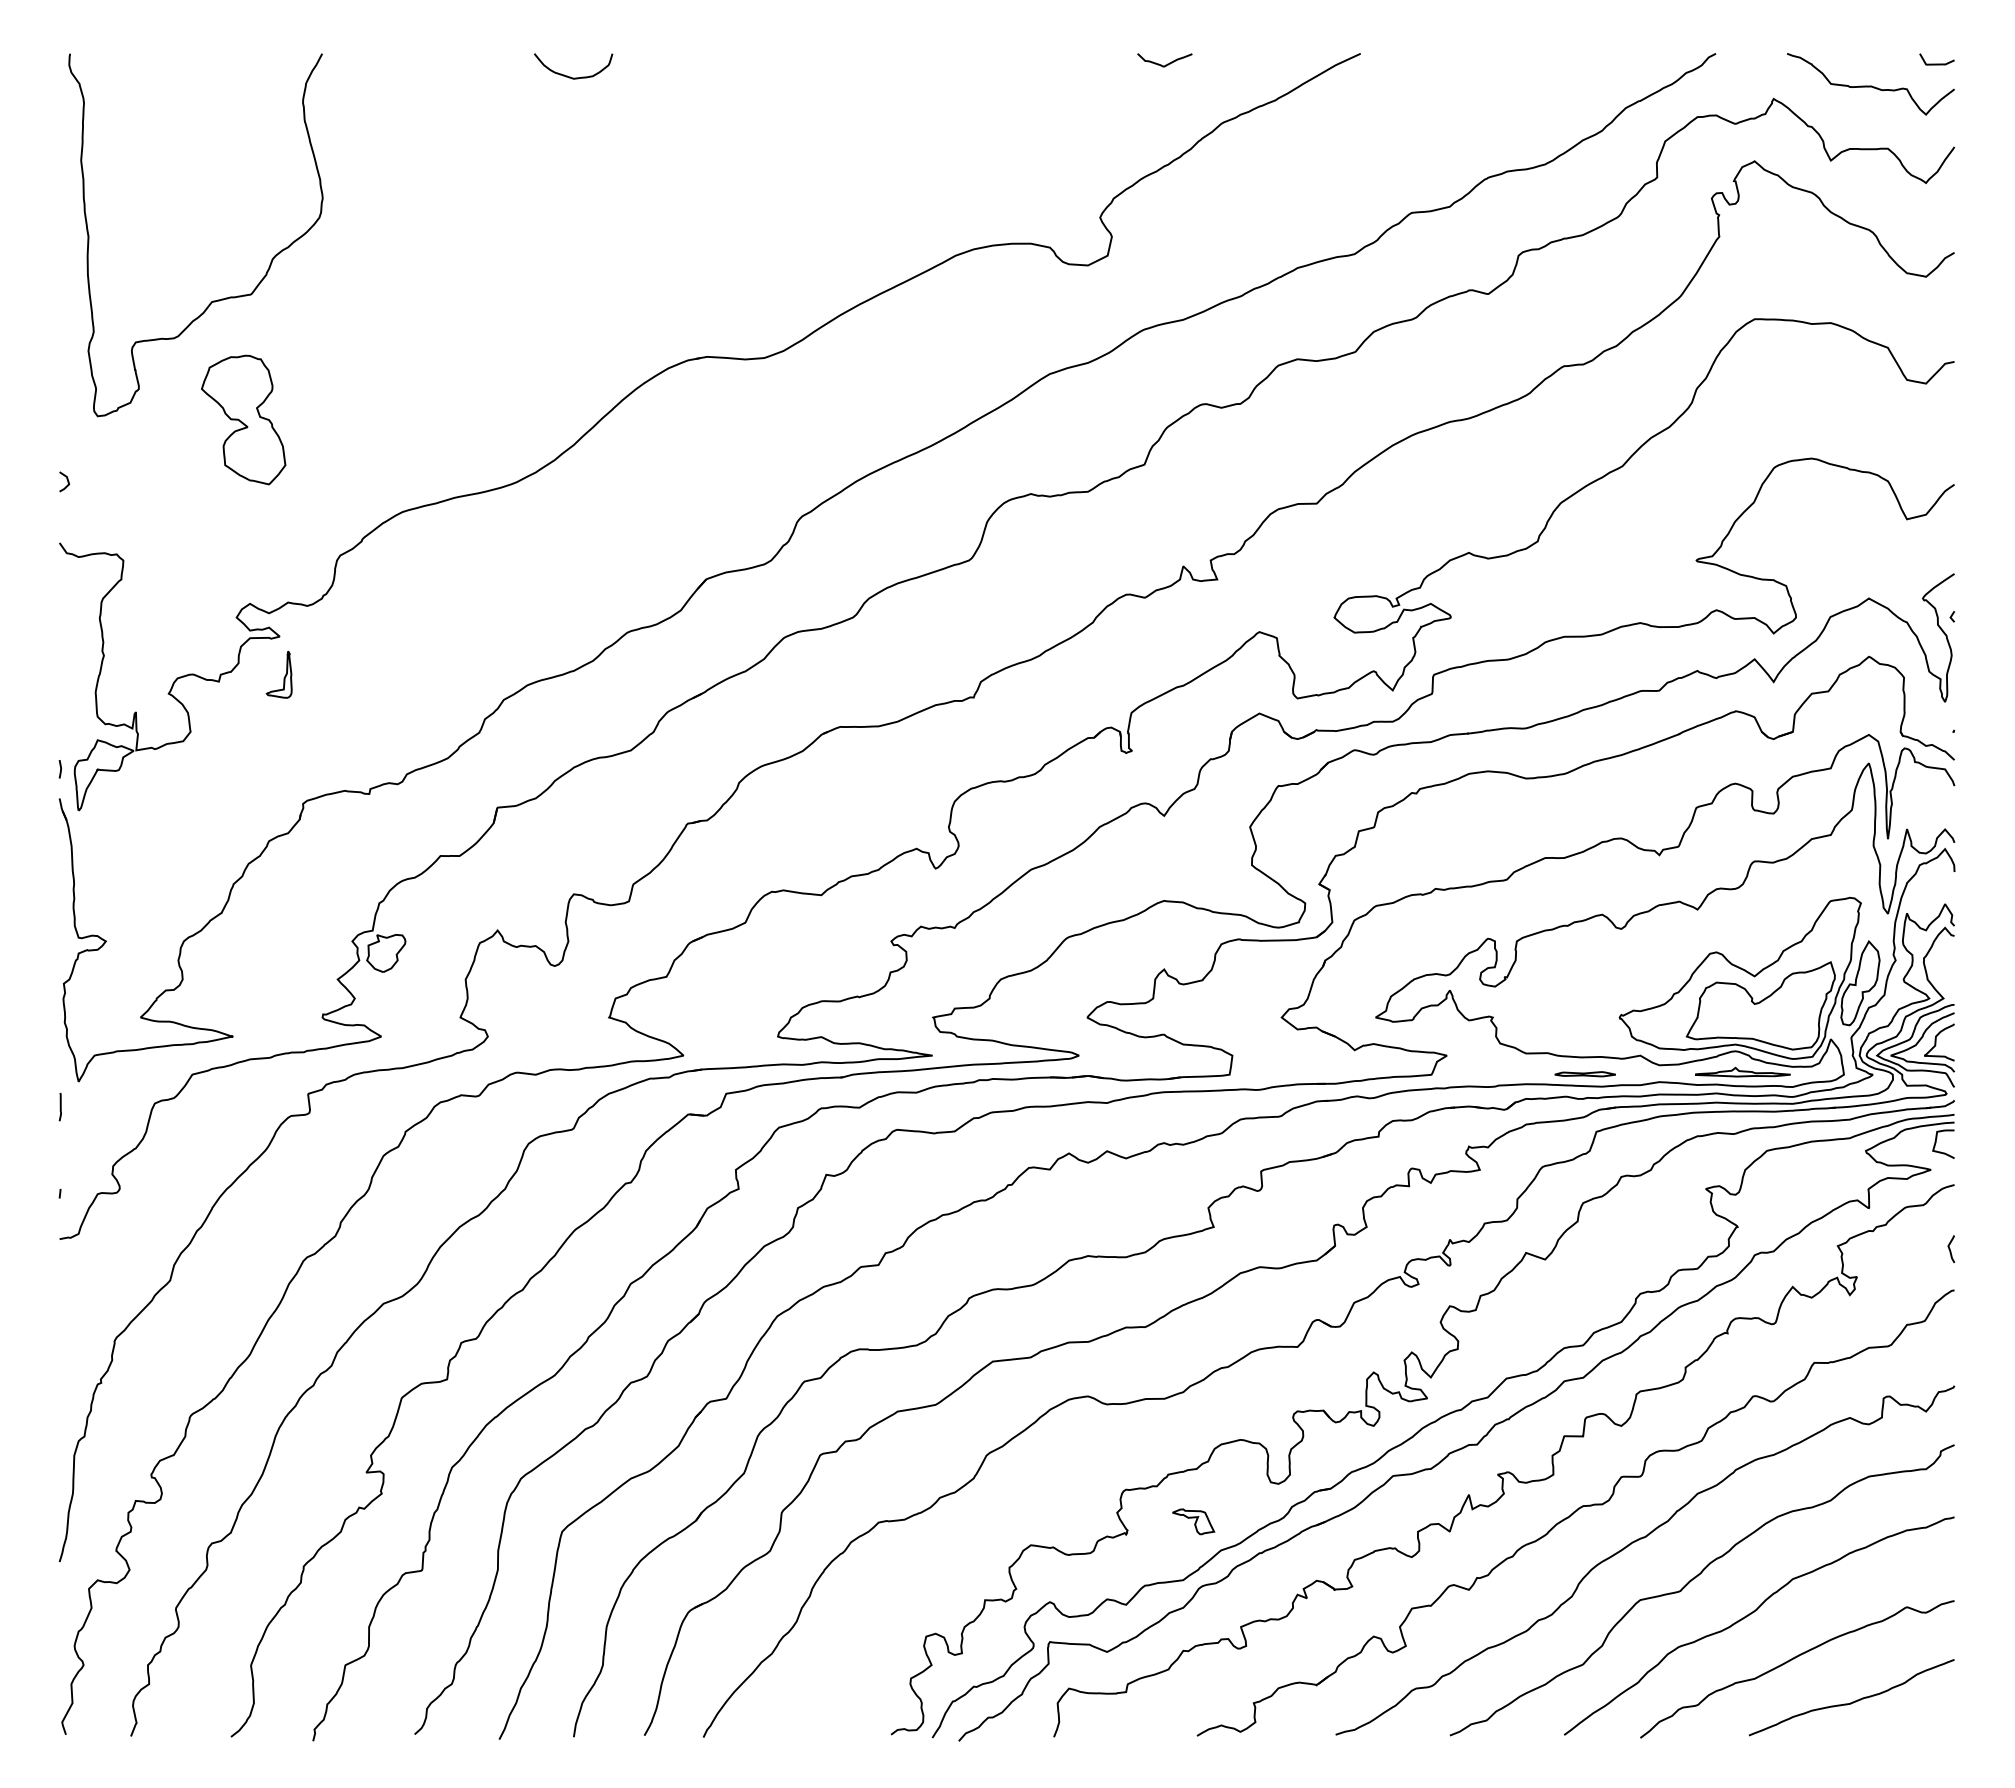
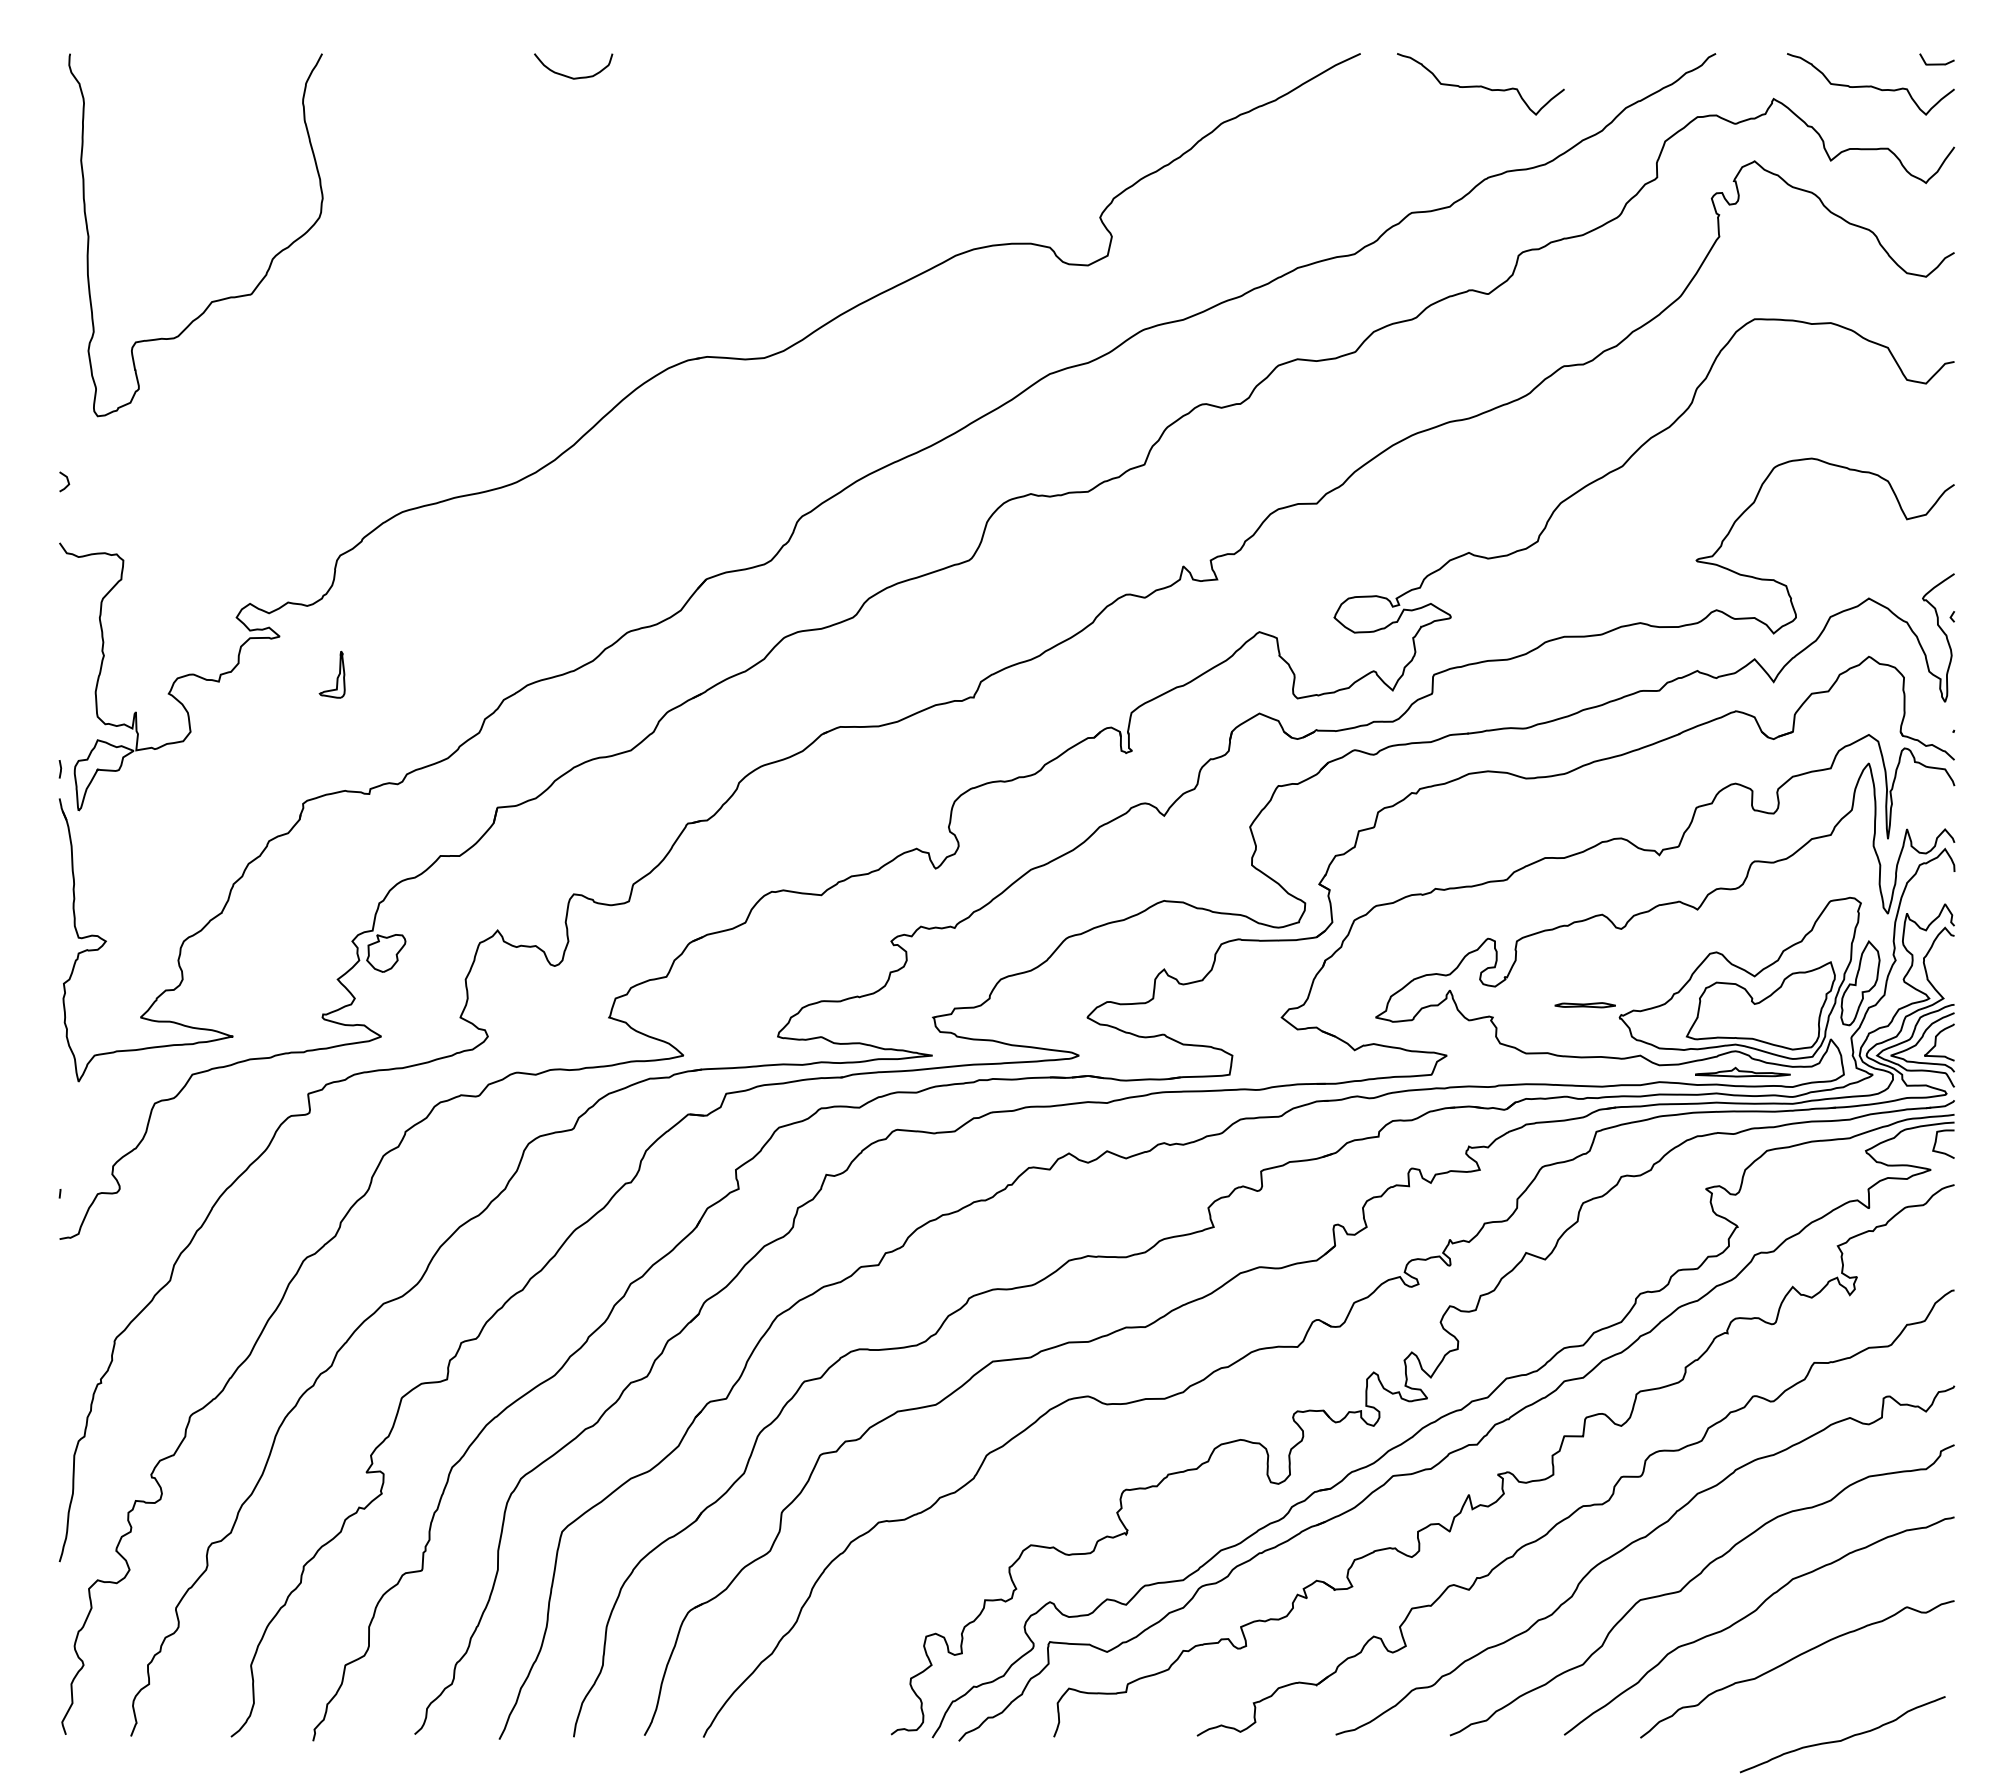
curve at (1165, 64): present -> none
curve at (1480, 85): none -> present
part at (243, 419): present -> none
part at (284, 676) position: (284, 676) -> (337, 676)
part at (1584, 1074) position: (1584, 1074) -> (1584, 1005)
line at (59, 1107): present -> none
curve at (1950, 1249): present -> none
part at (1193, 1521): present -> none
curve at (1852, 1701) position: (1852, 1701) -> (1843, 1738)
